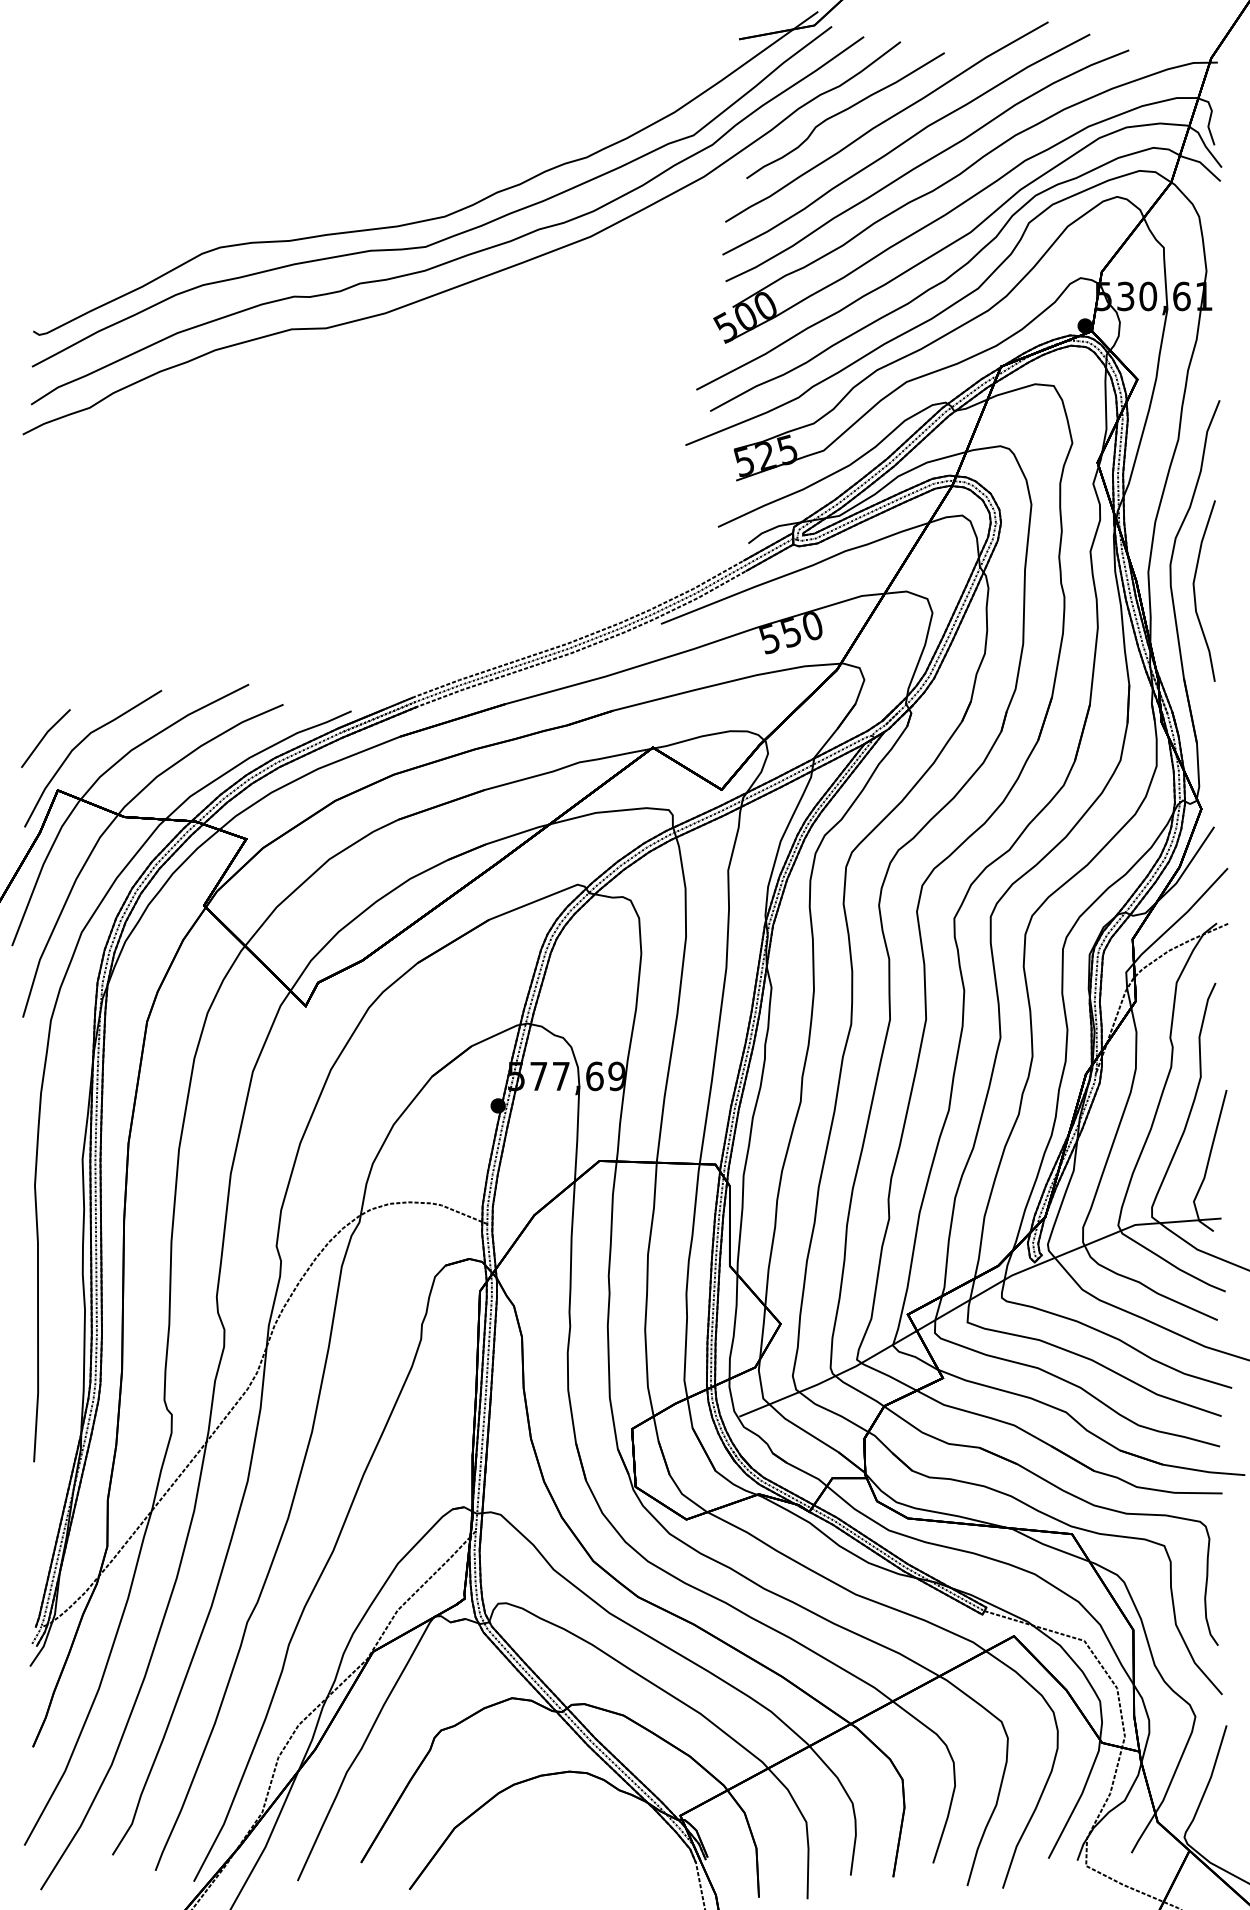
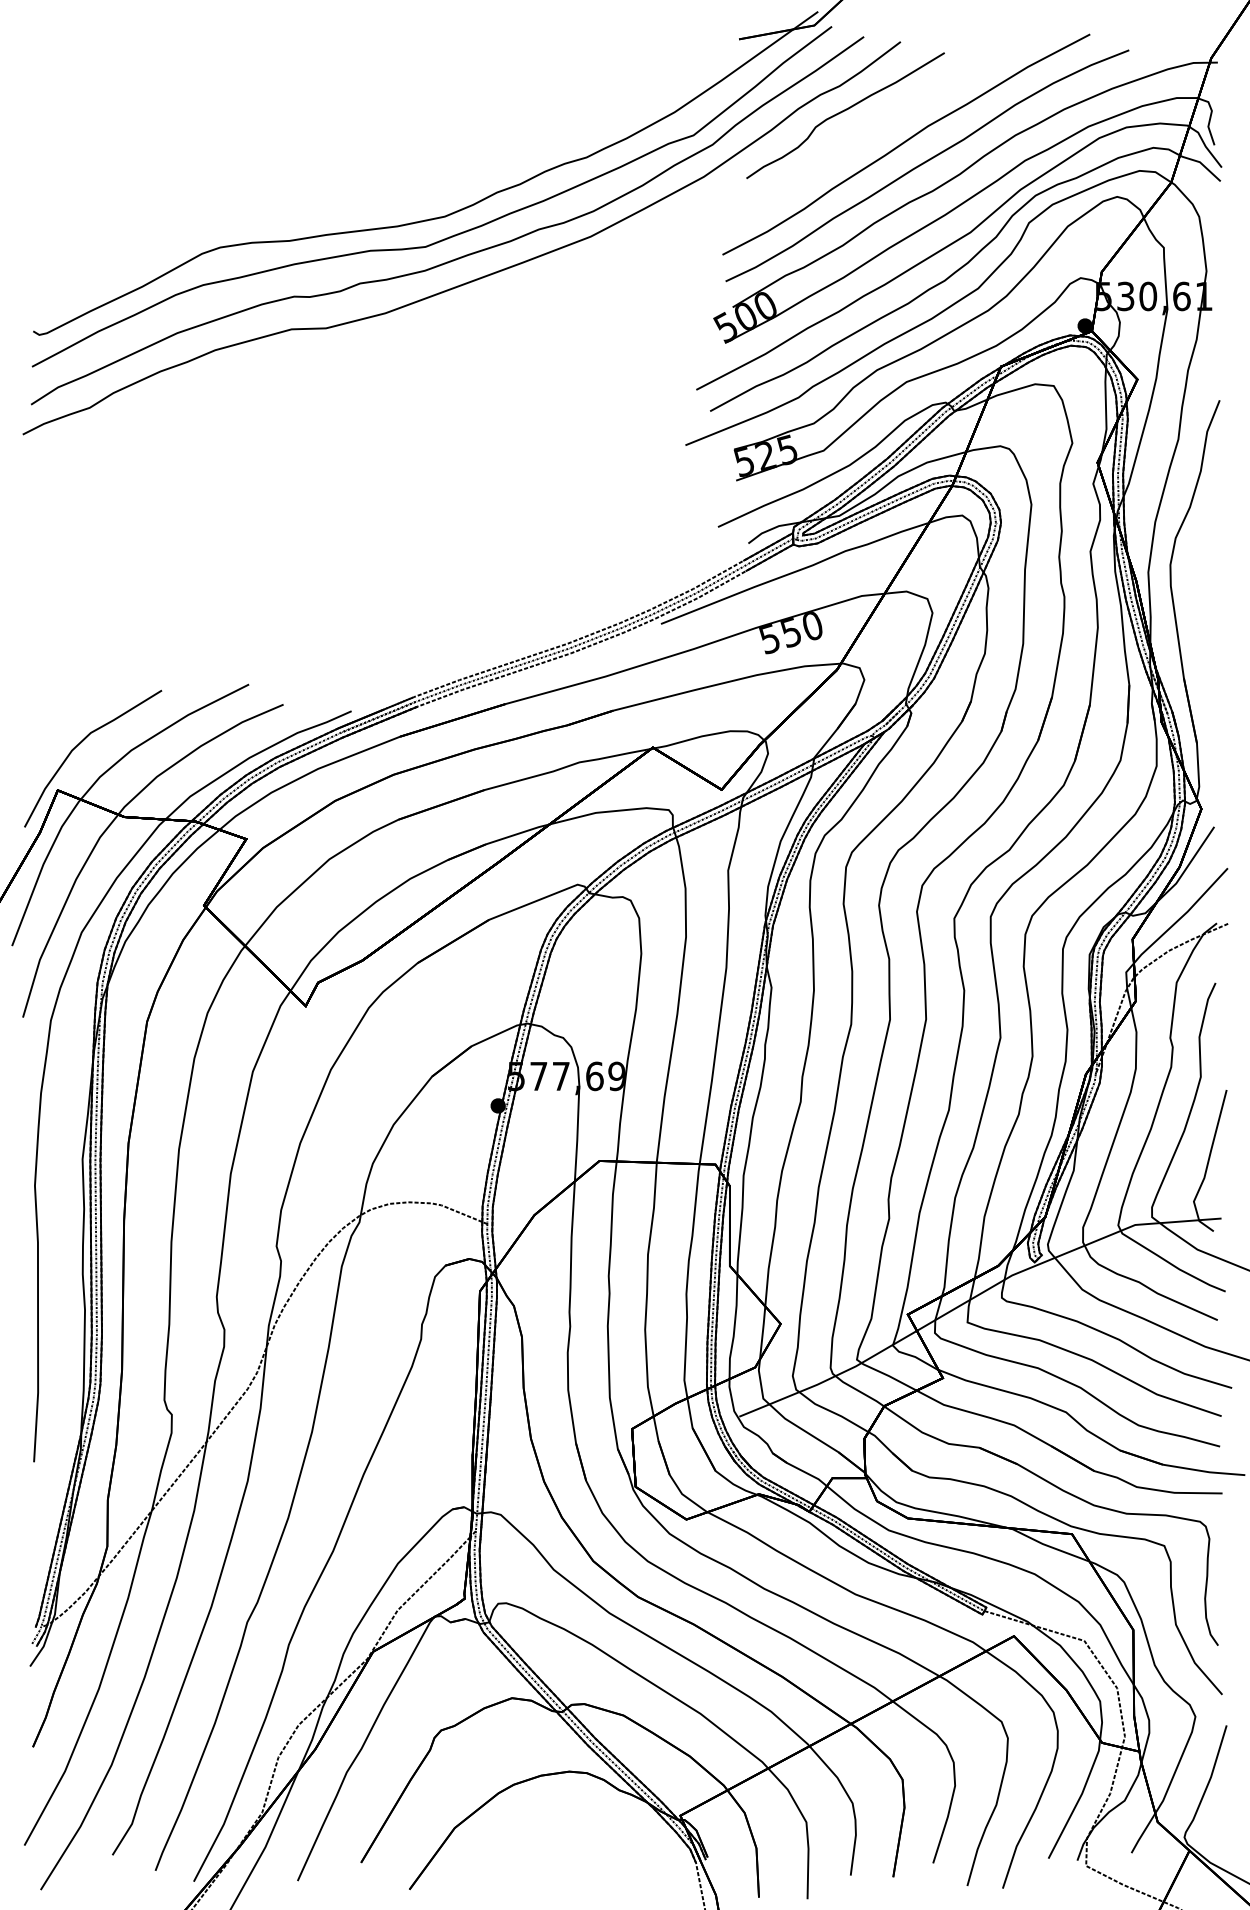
part at (886, 121): present -> none
curve at (1195, 590): present -> none
part at (45, 738): present -> none
